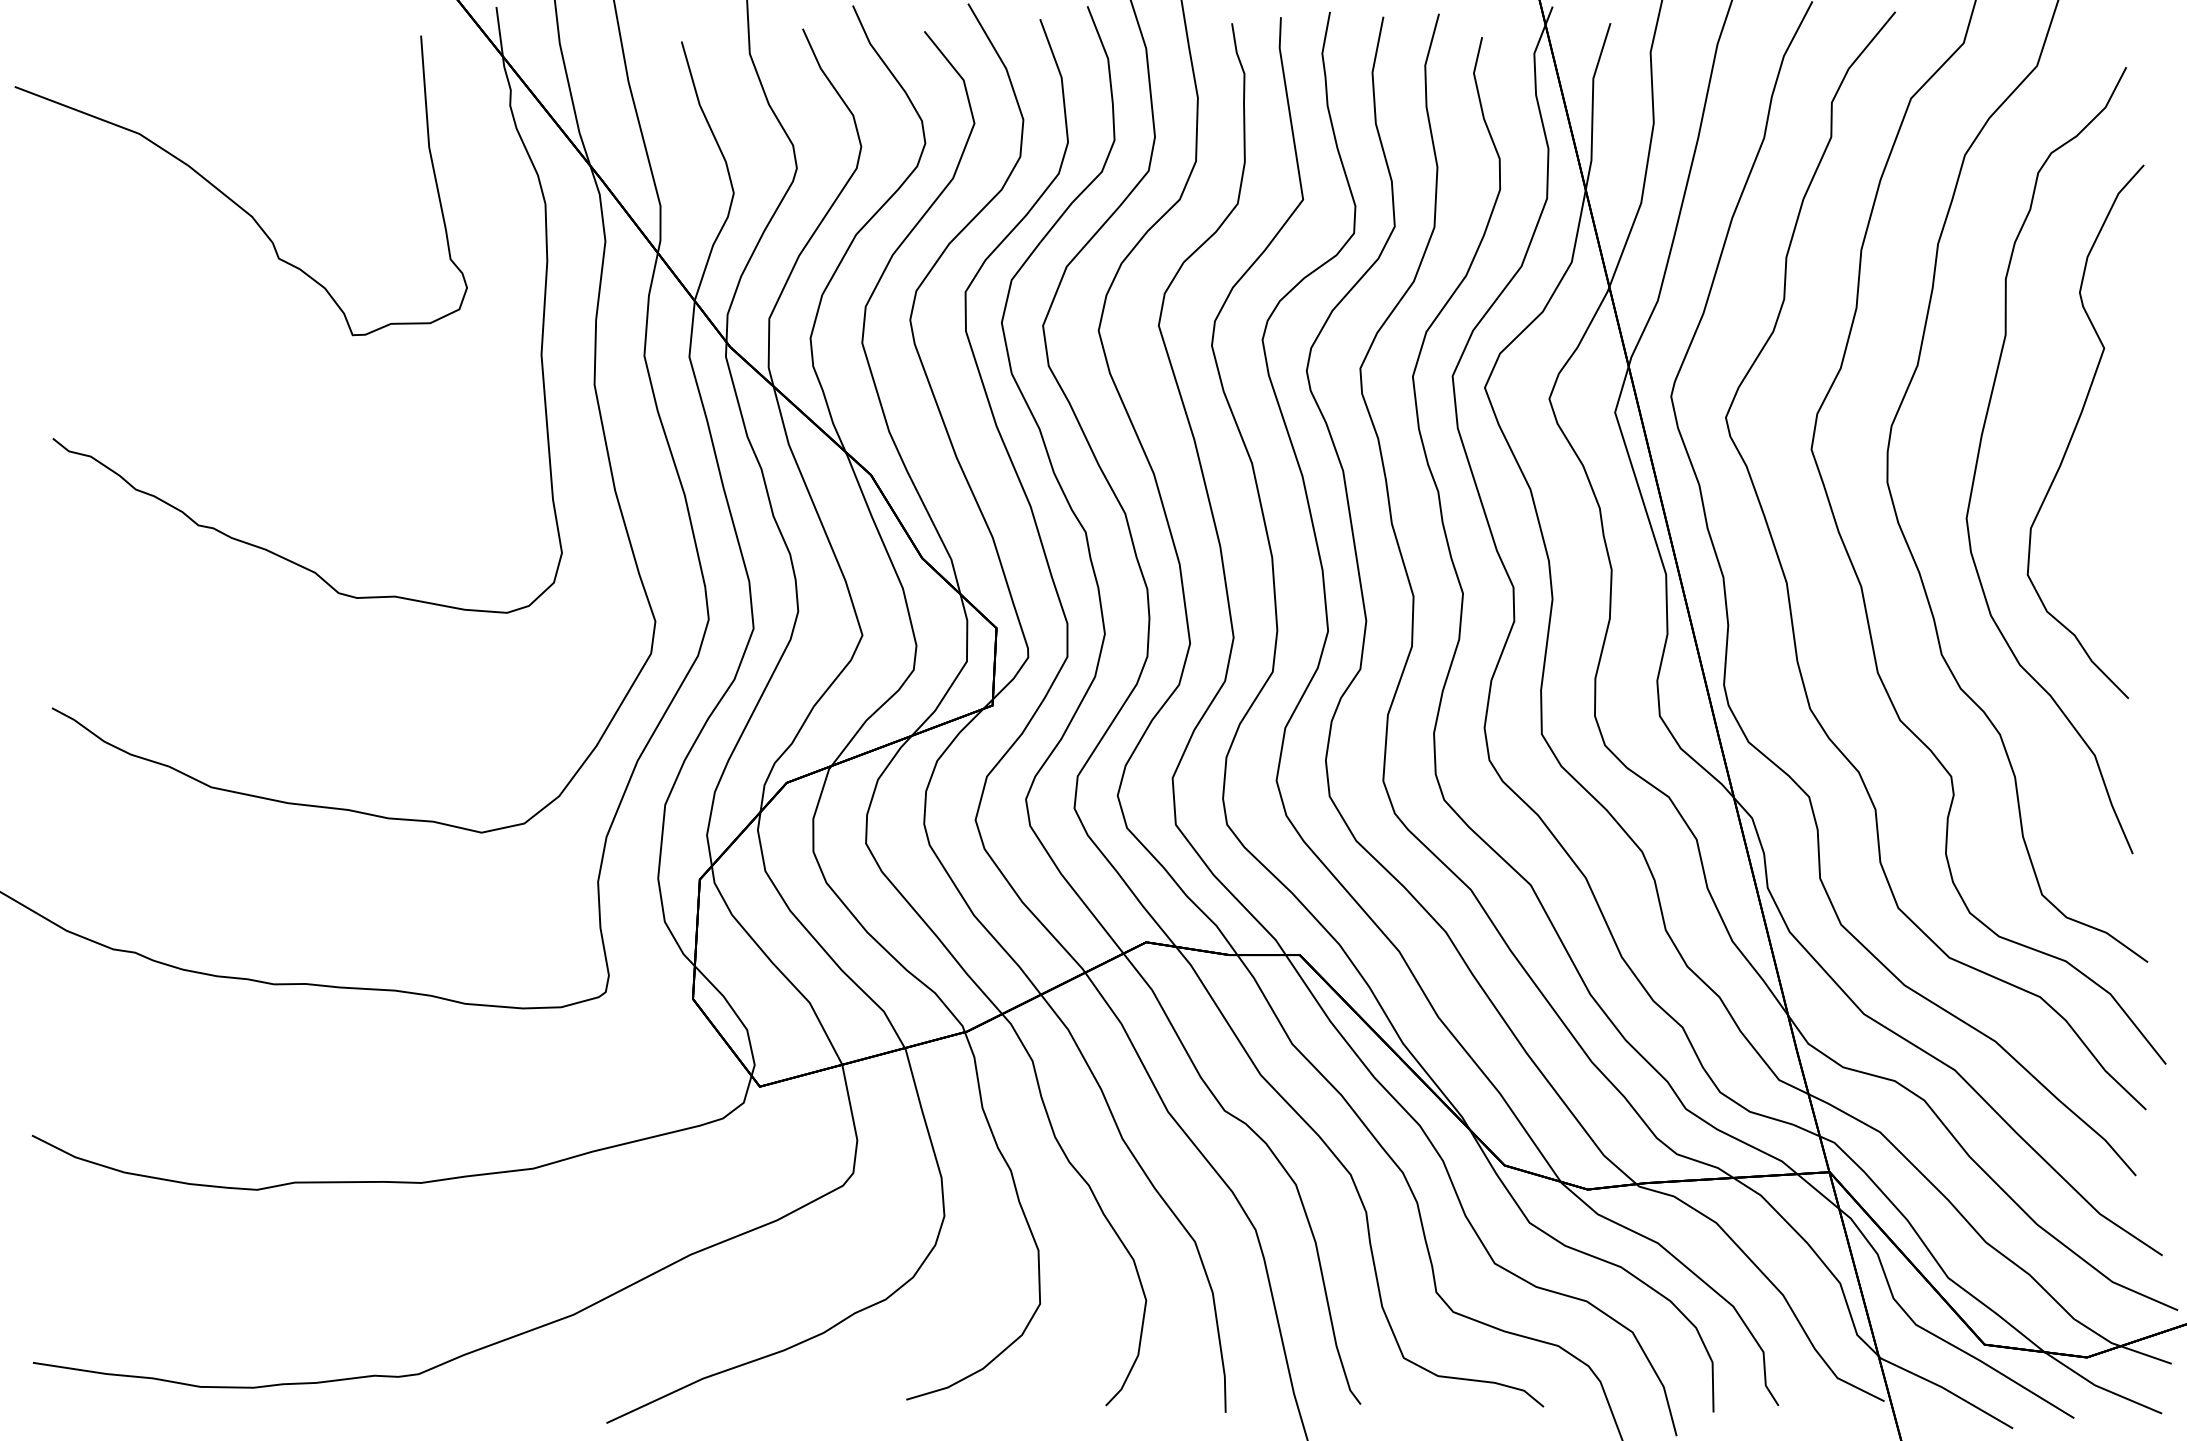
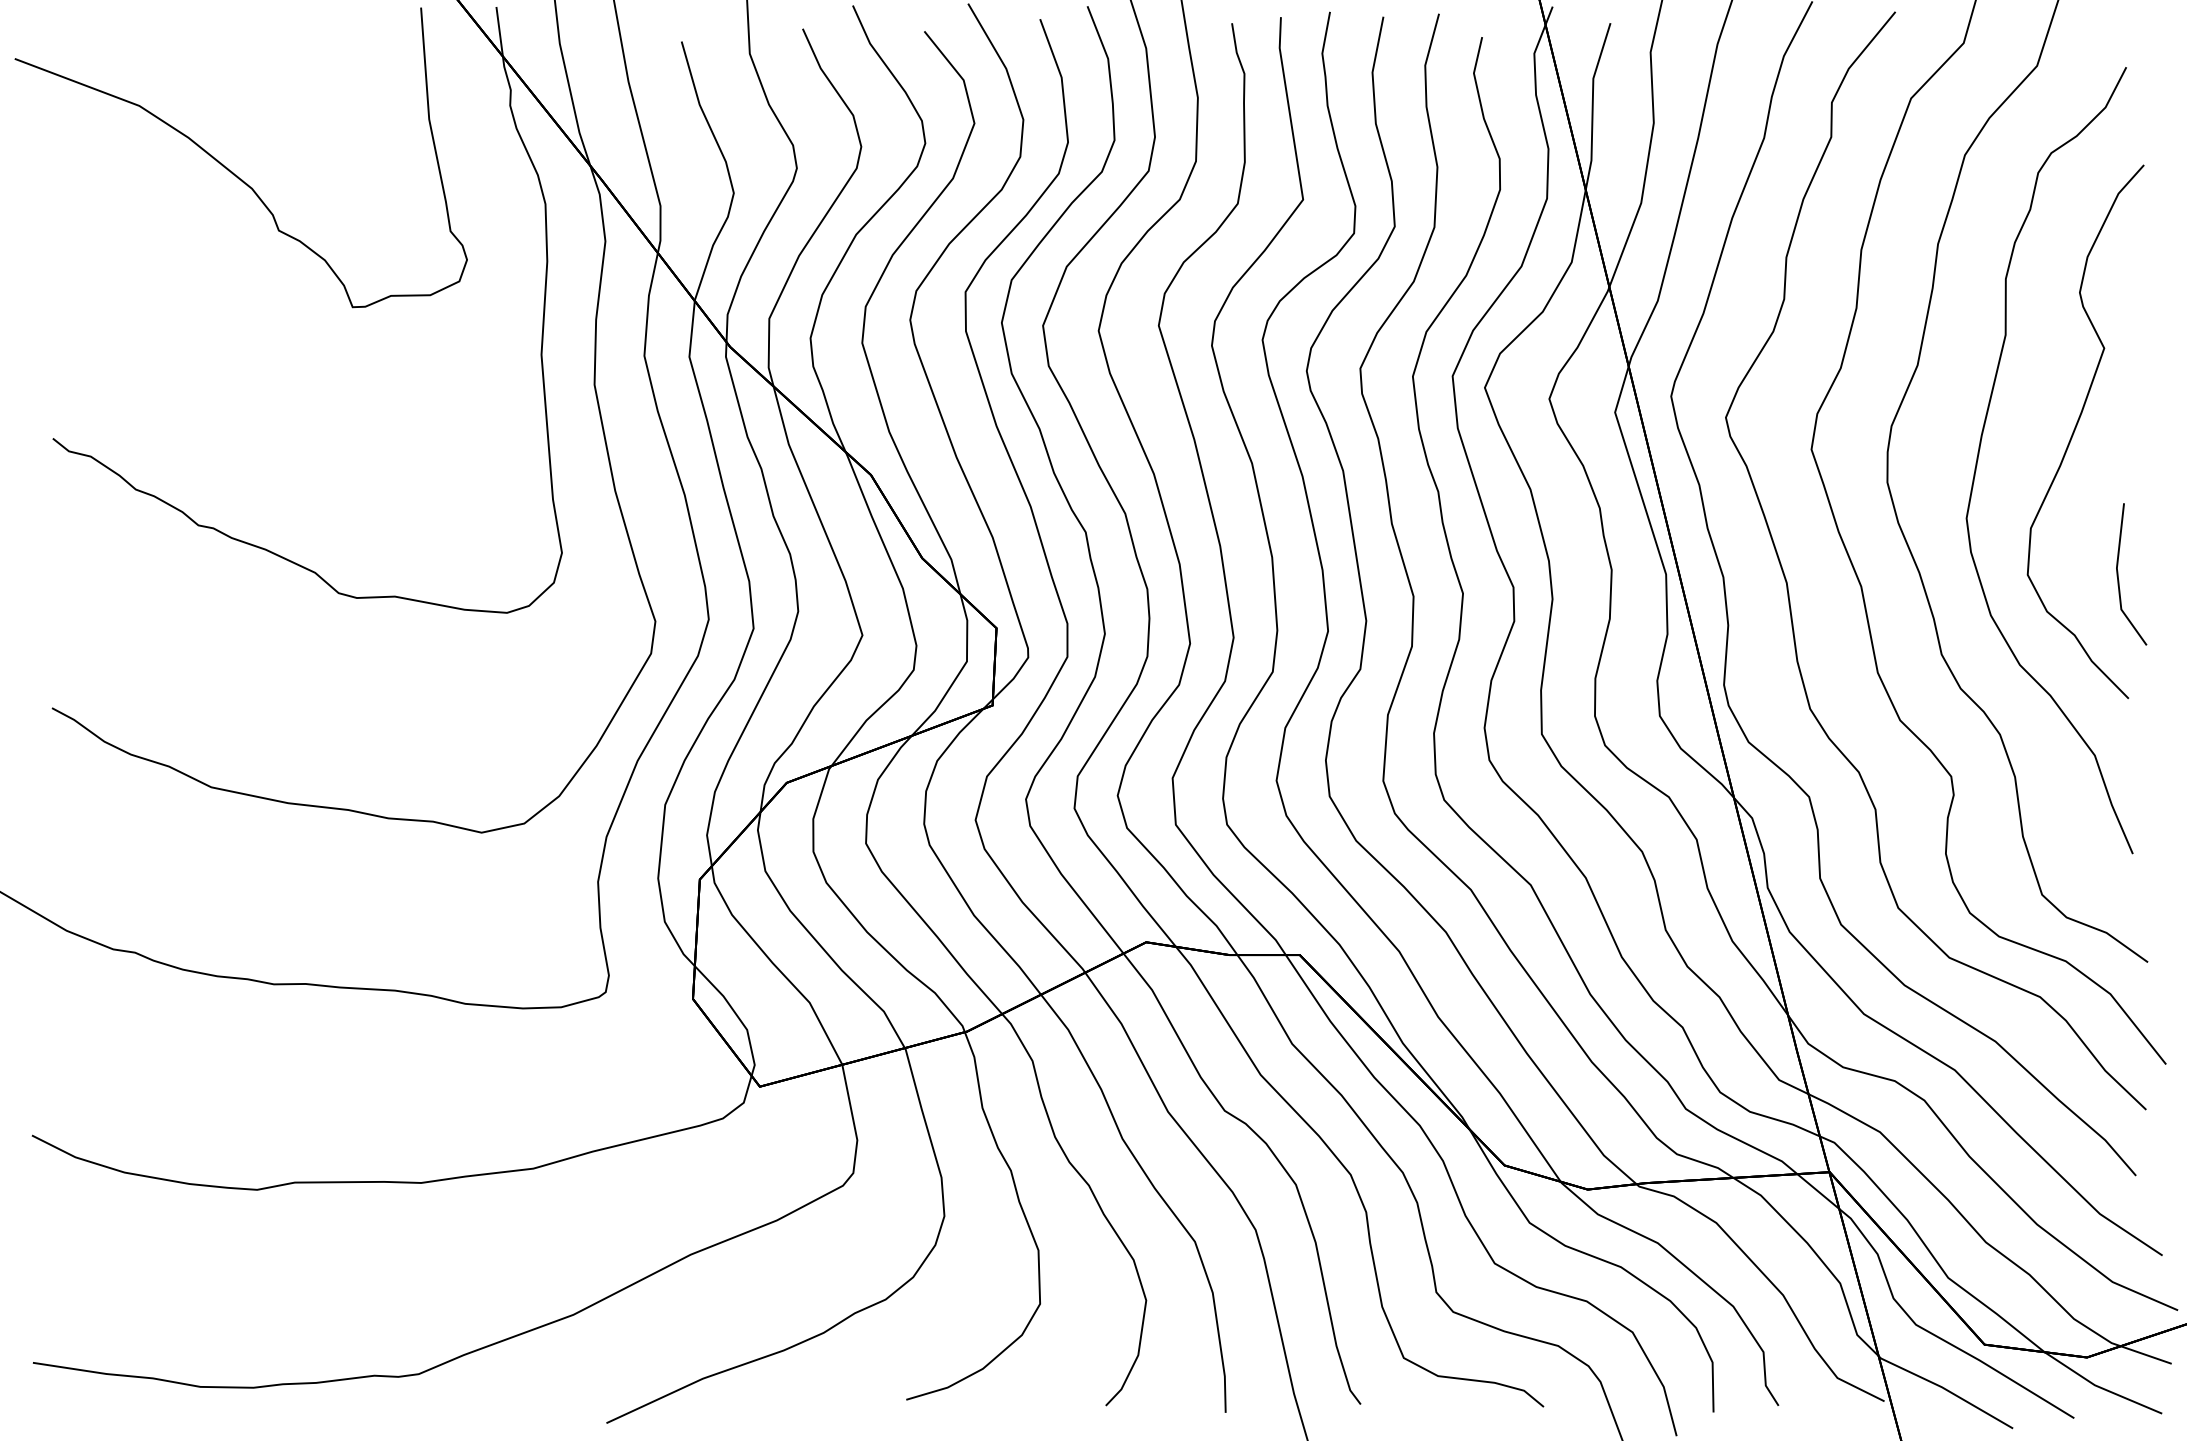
curve at (232, 199) position: (232, 199) -> (232, 171)
line at (2118, 574): none -> present
